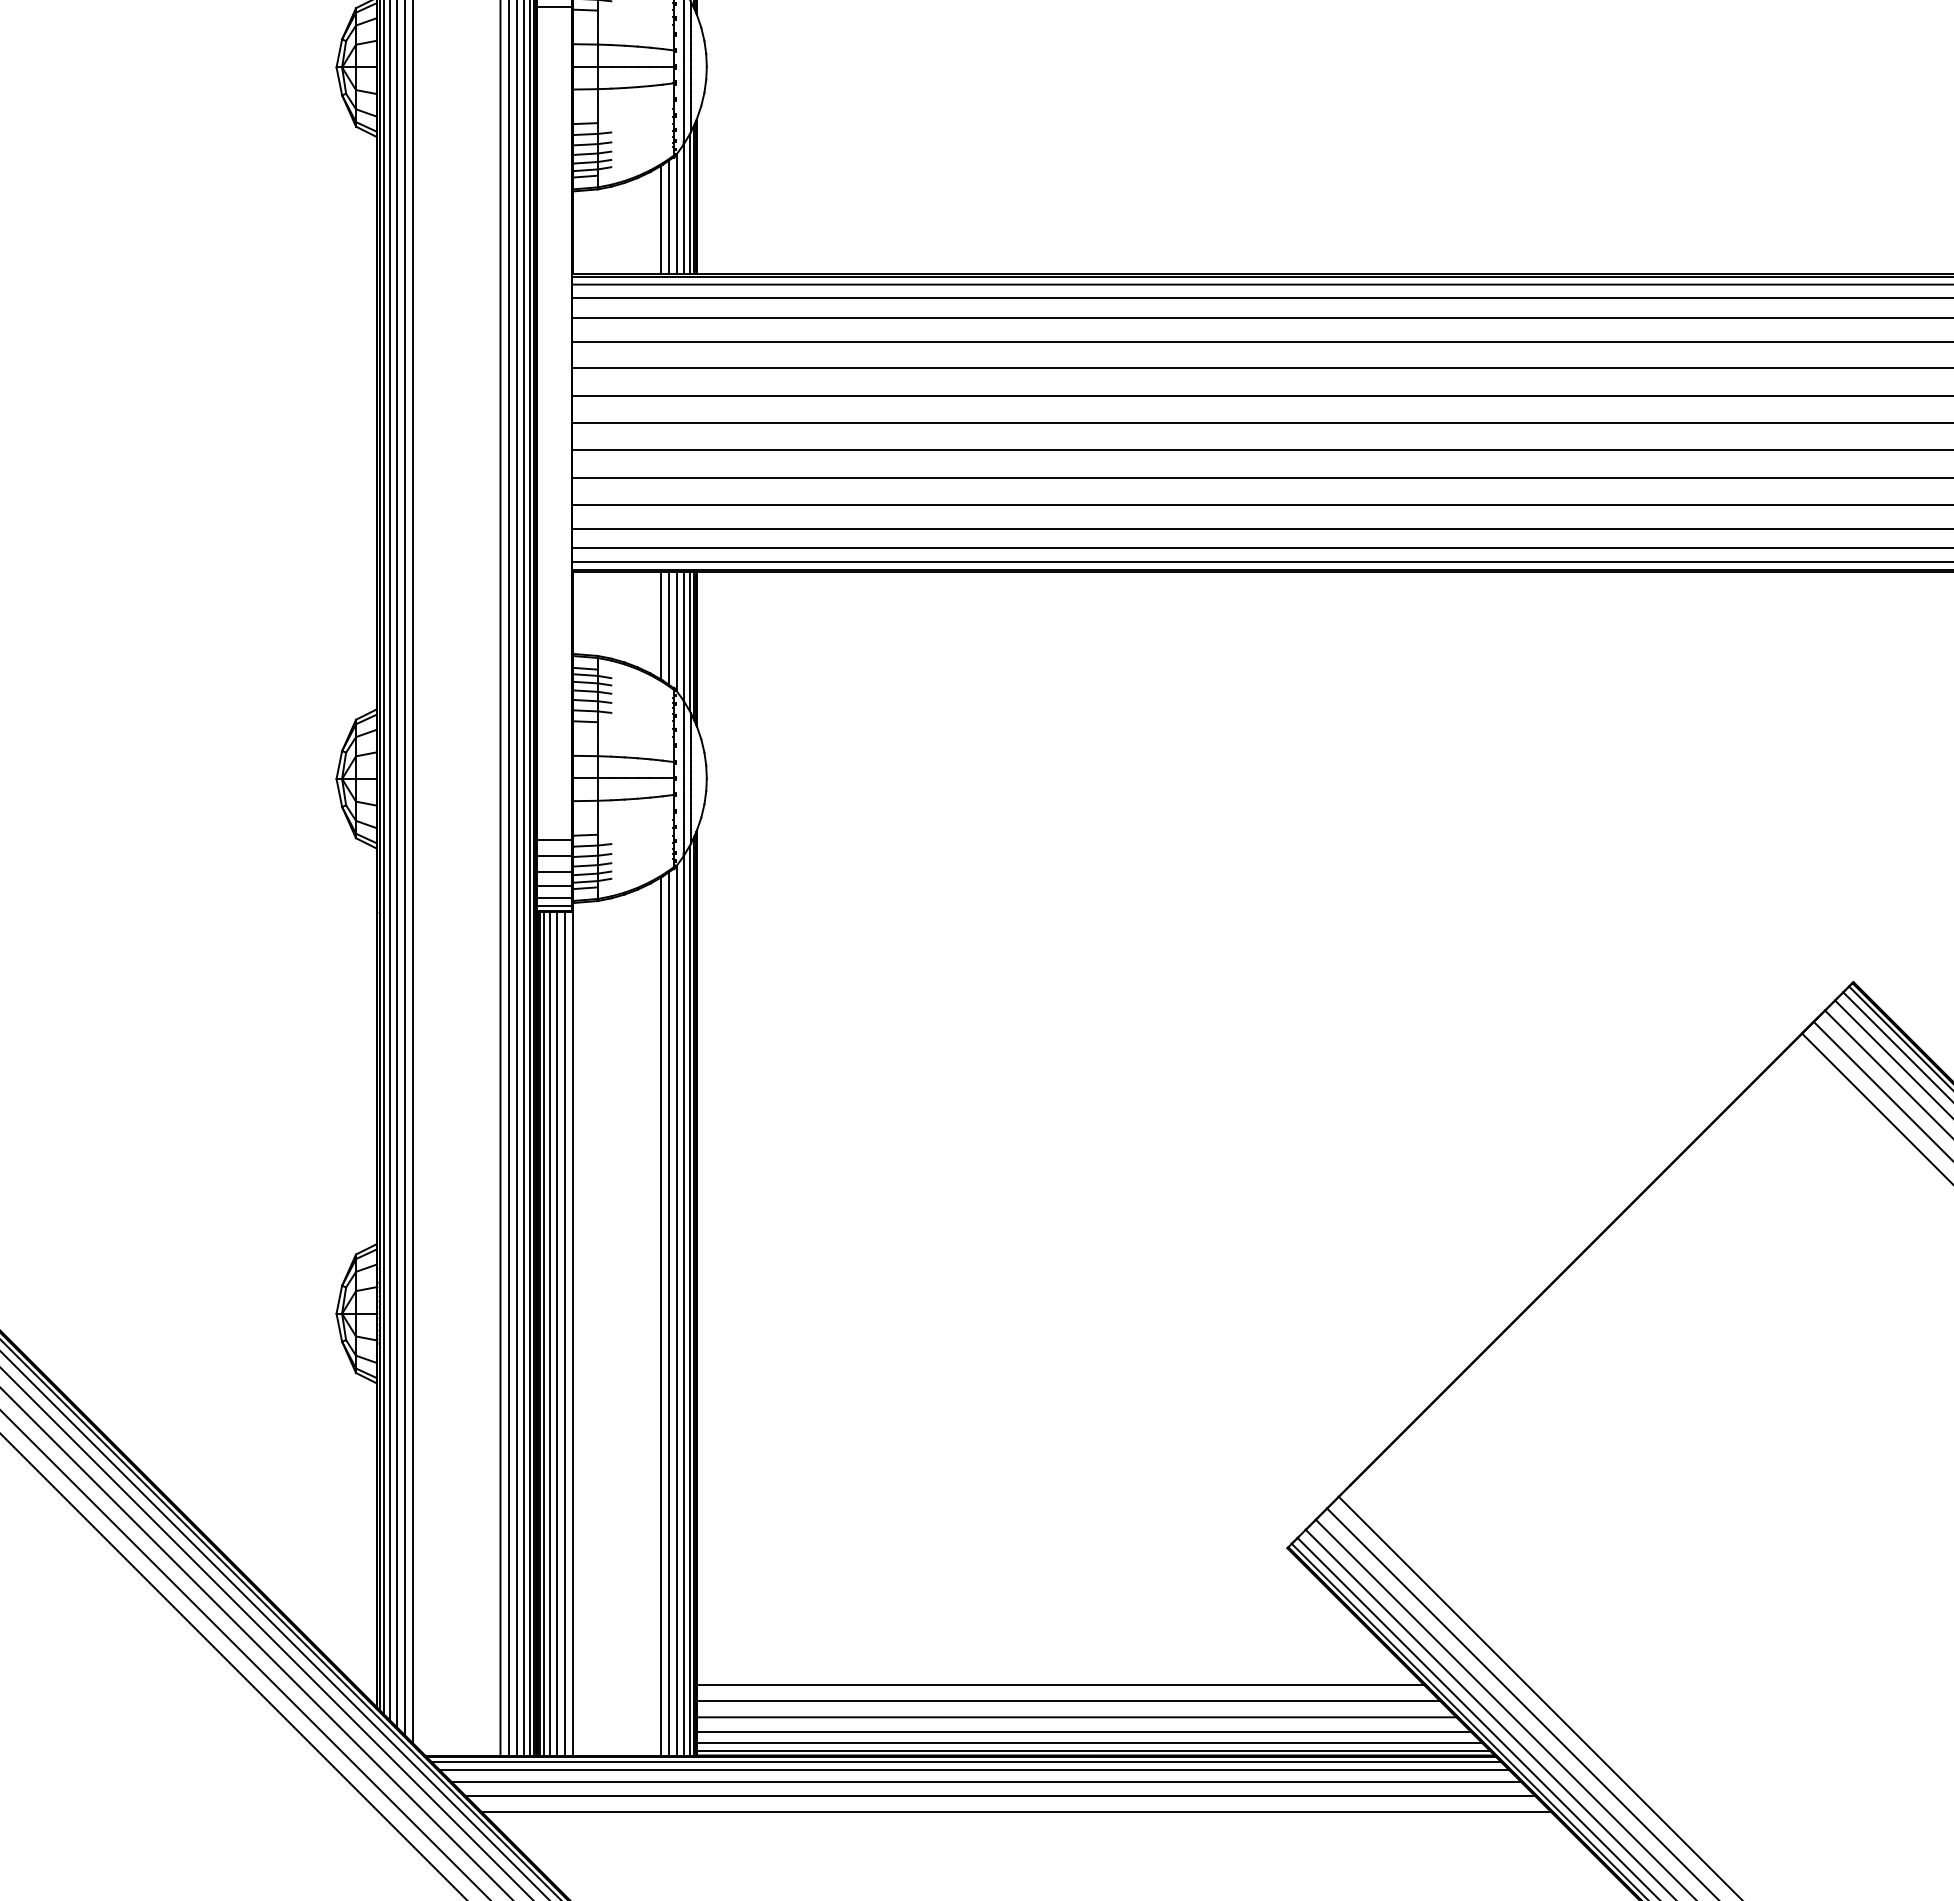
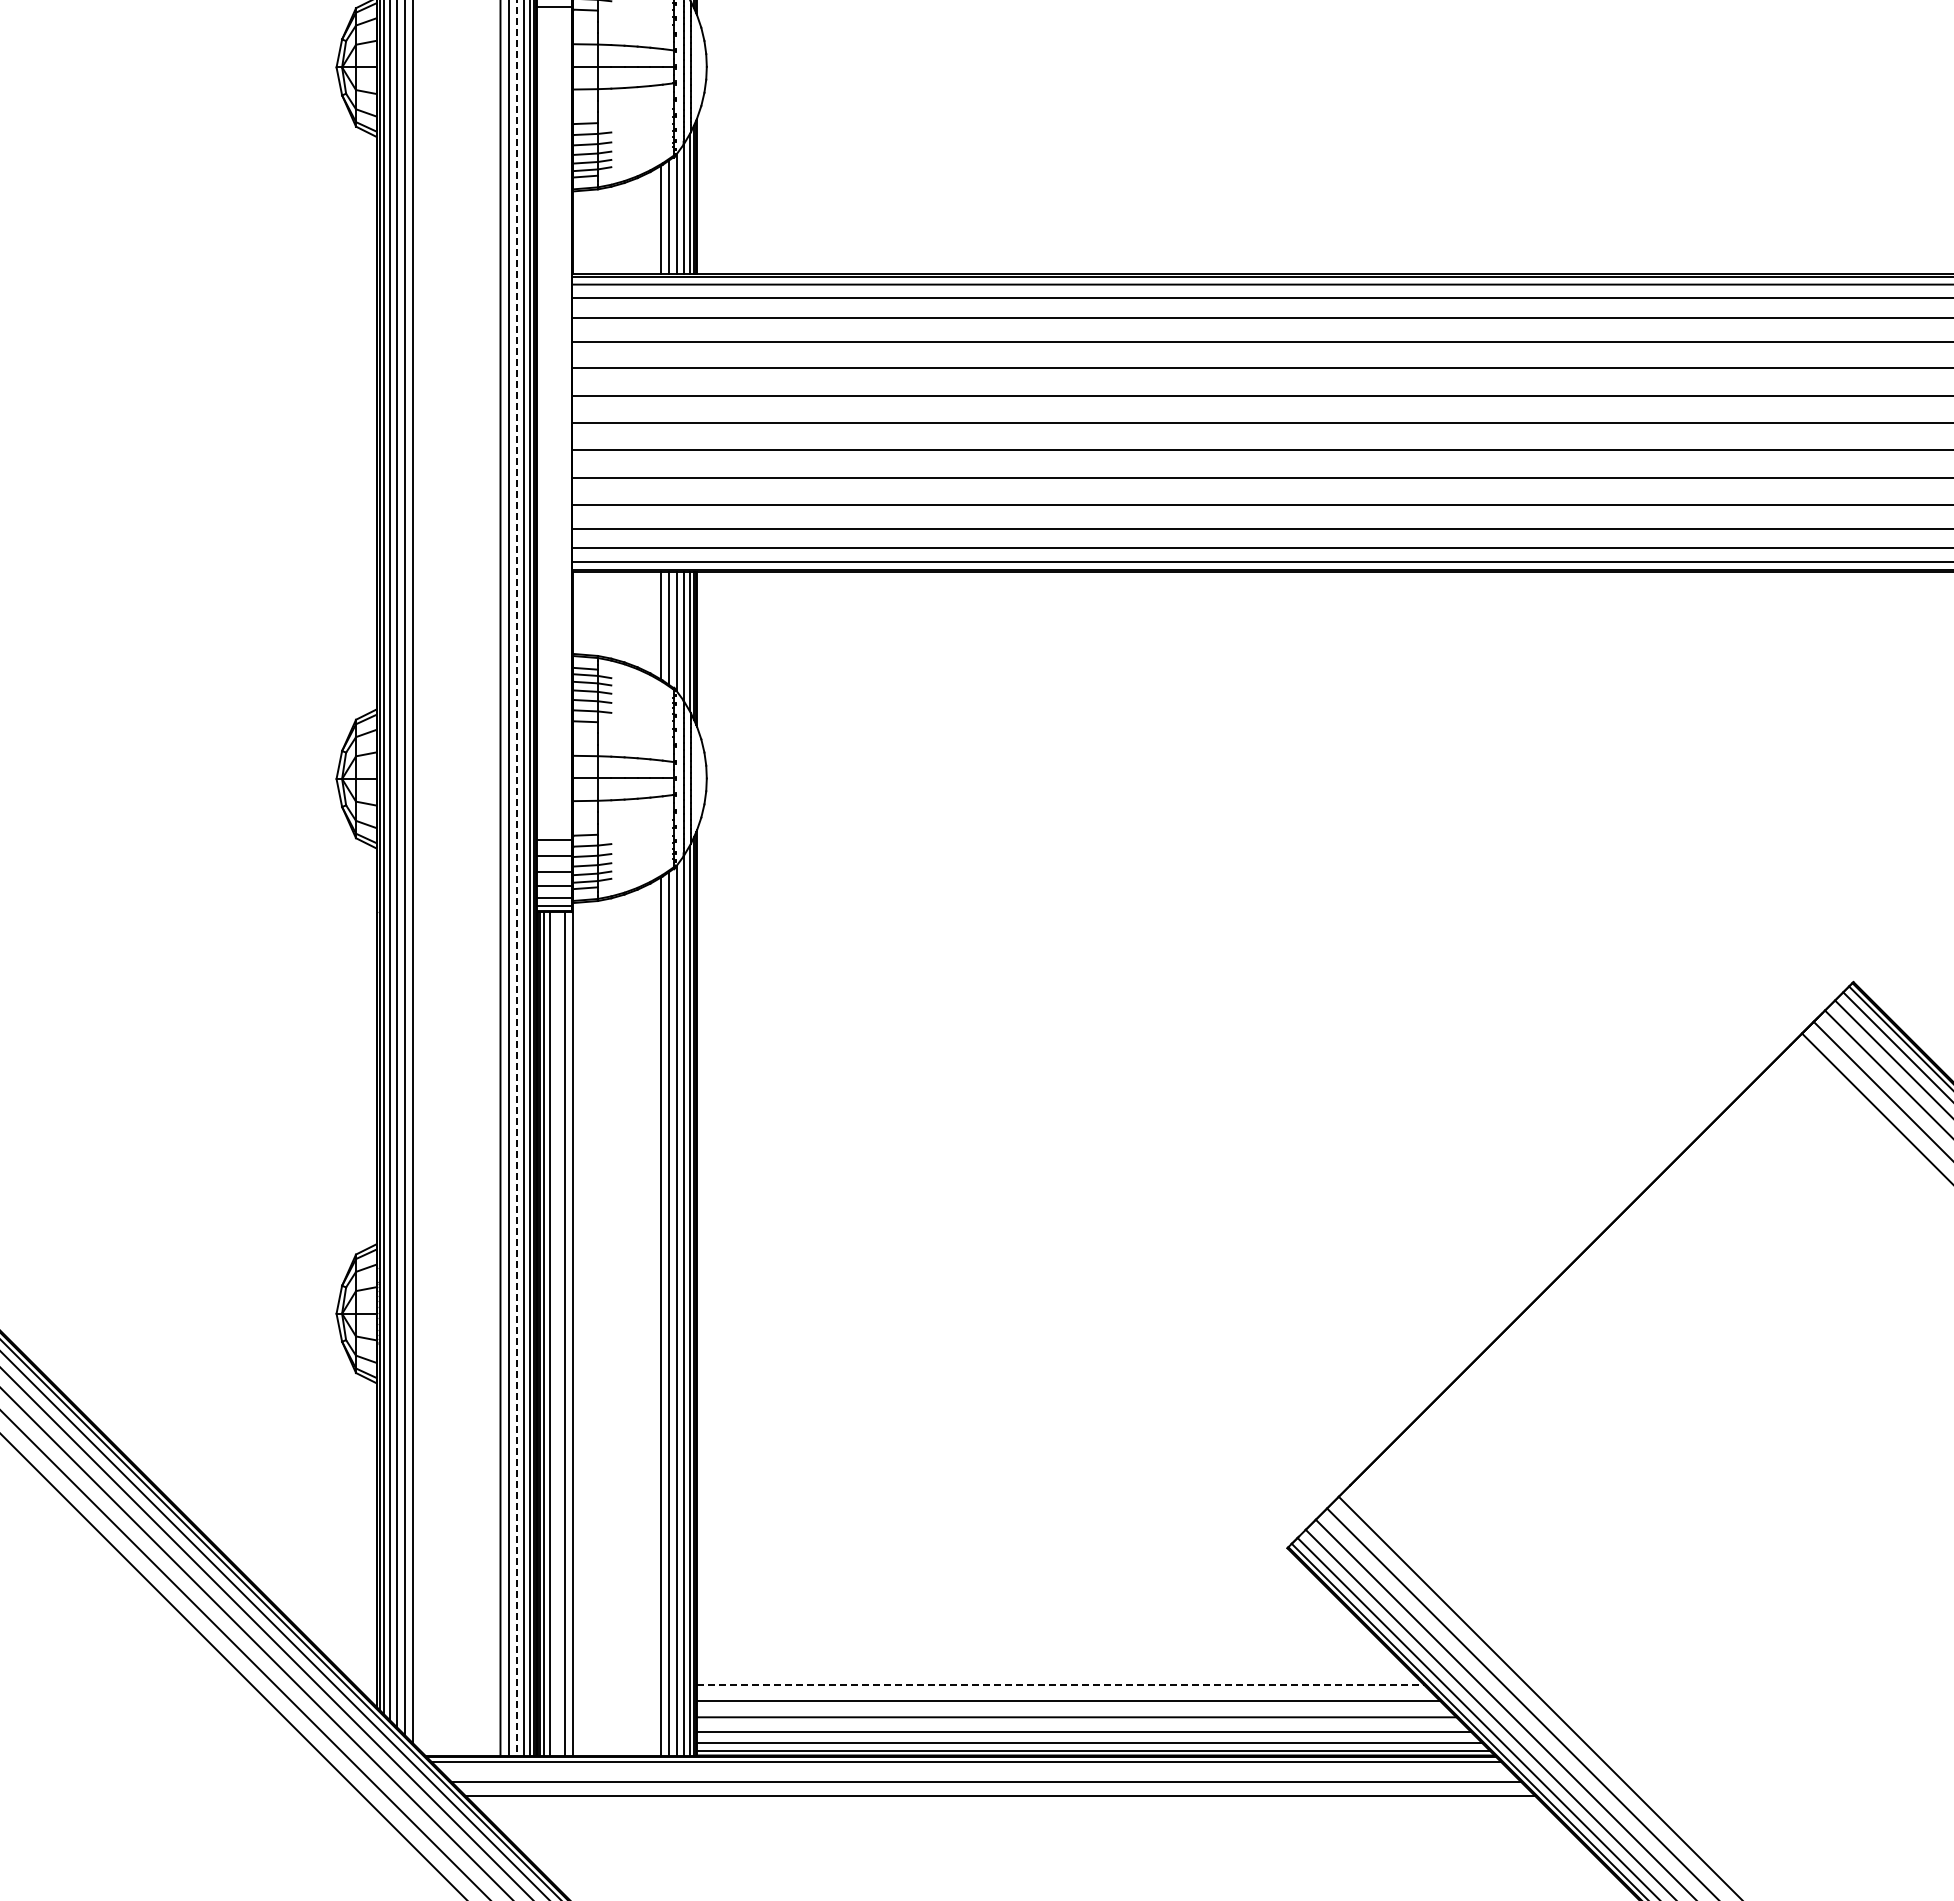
line at (516, 877): solid -> dashed
line at (557, 1333): present -> none
line at (1060, 1684): solid -> dashed
line at (974, 1770): present -> none
line at (1015, 1811): present -> none
